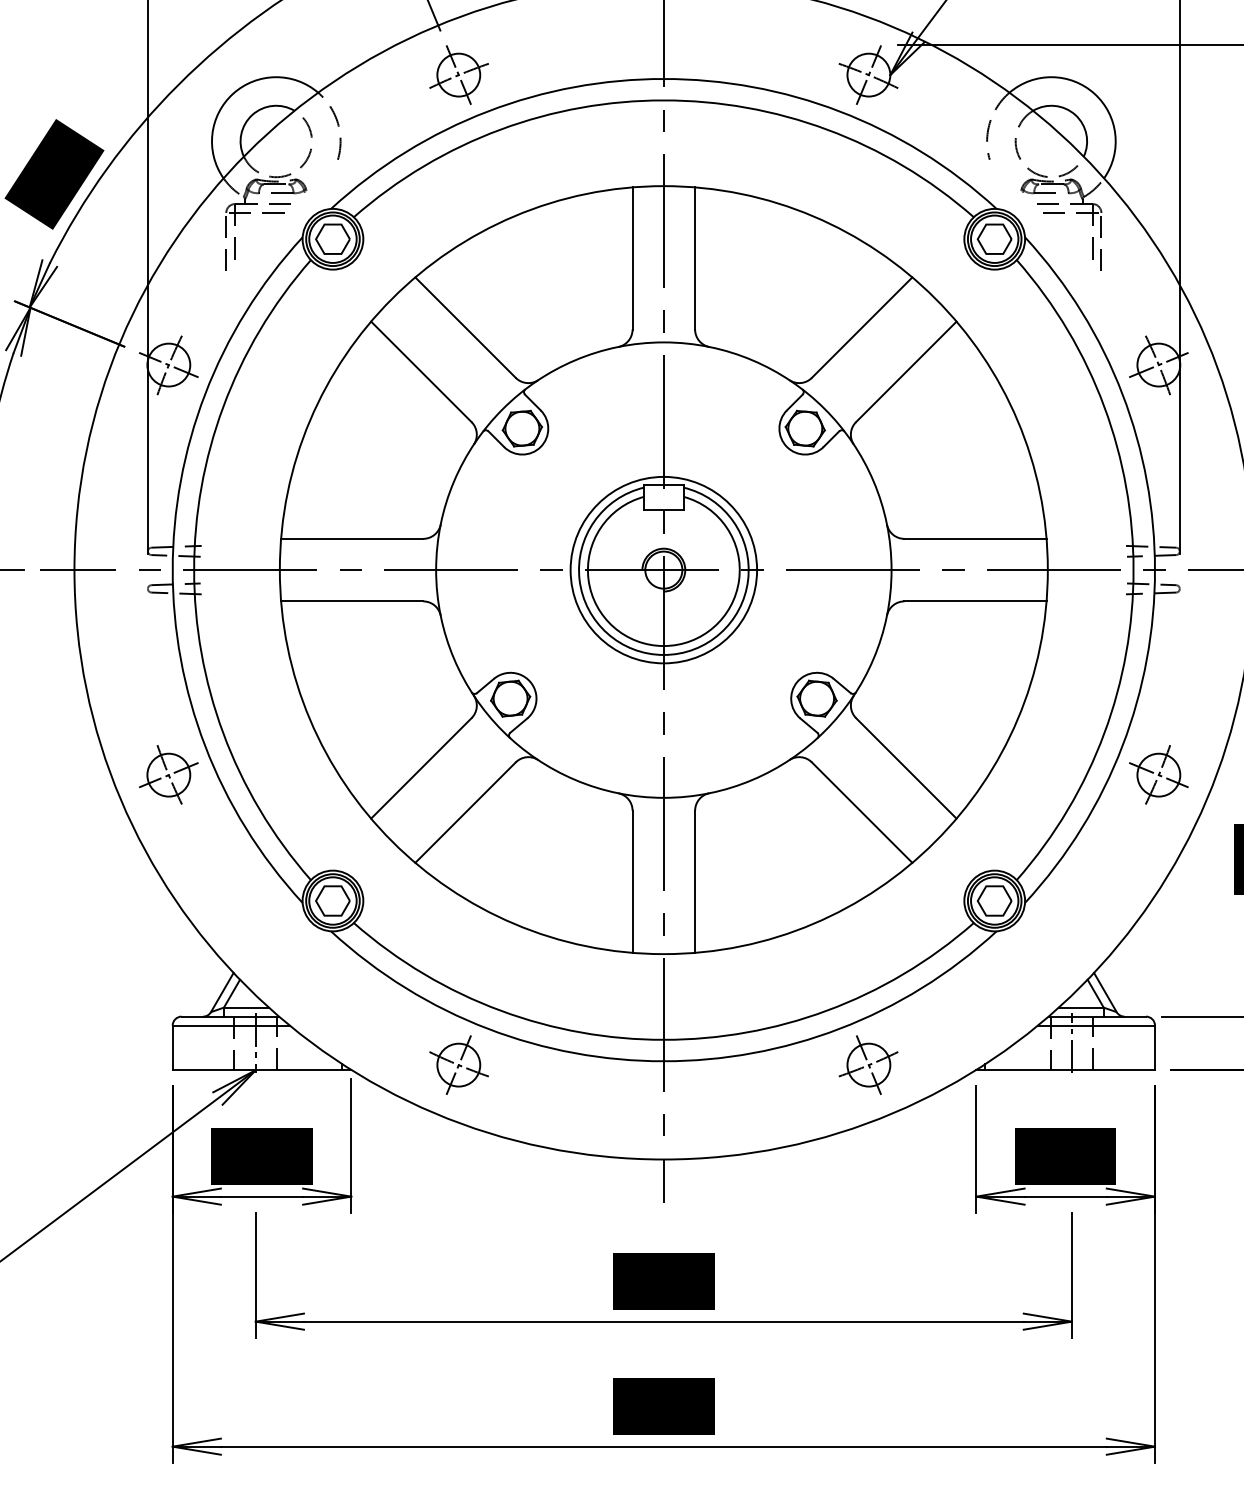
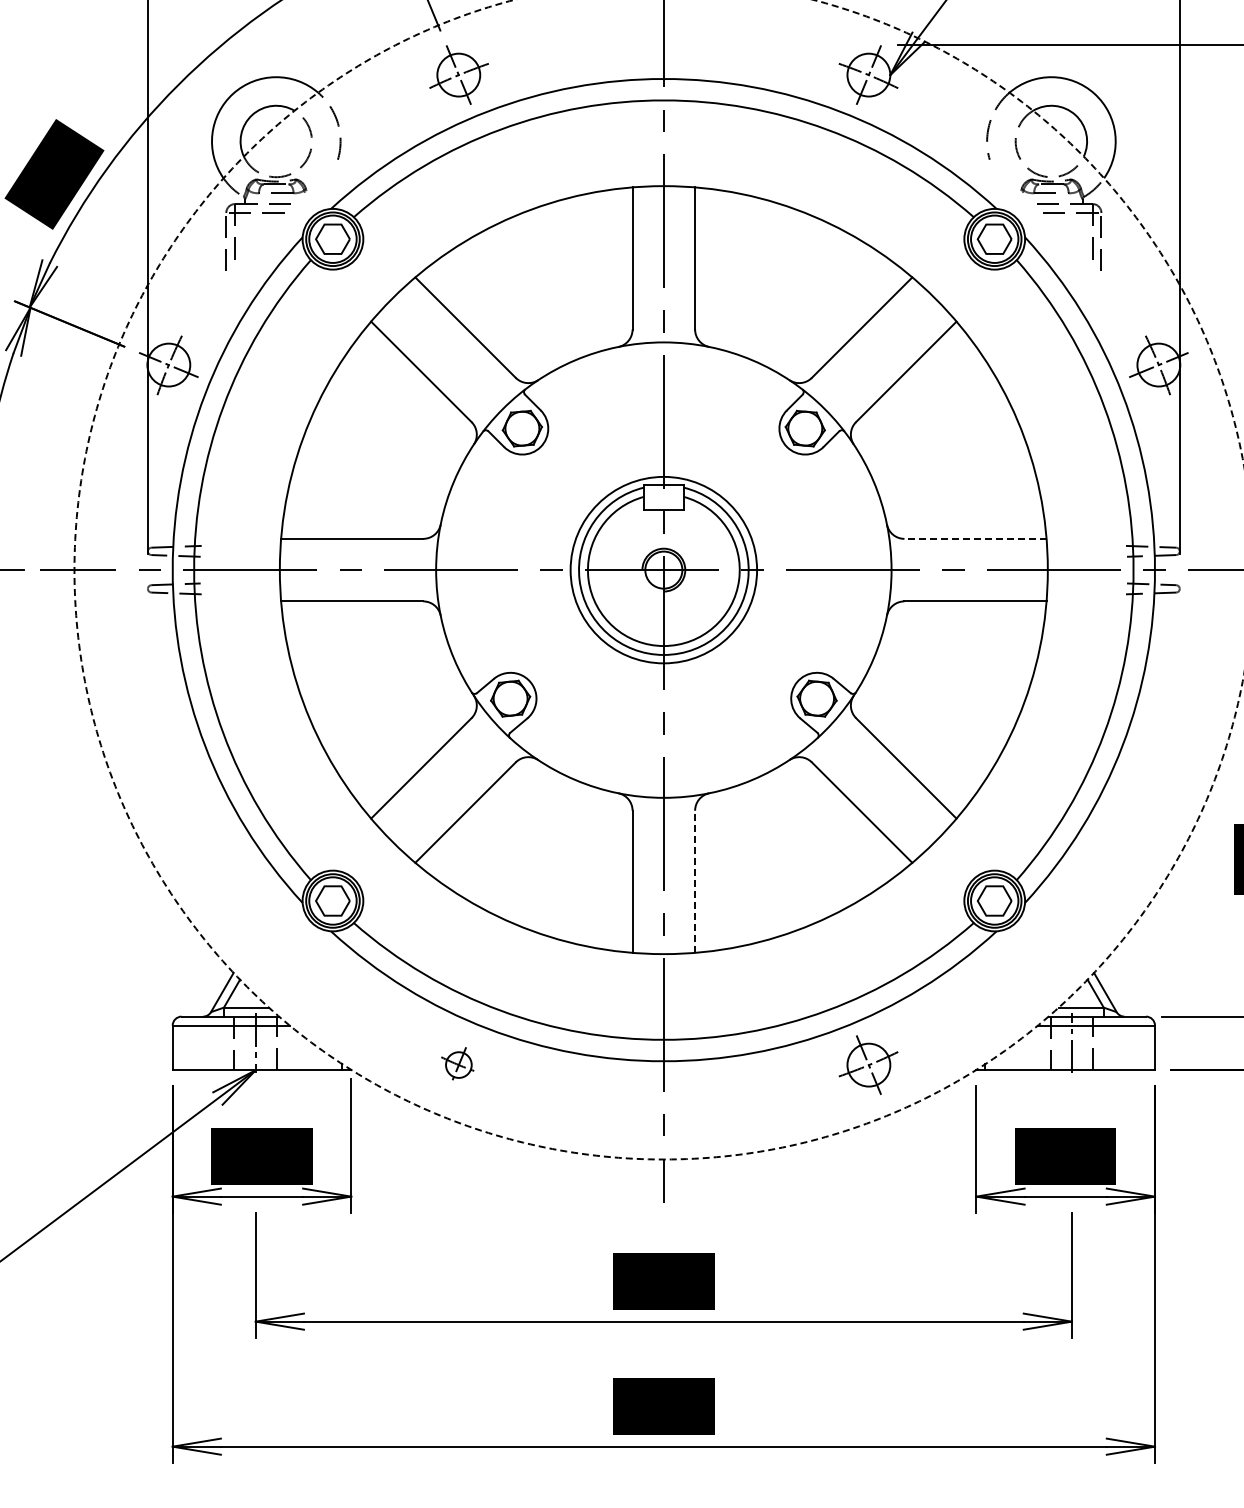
line at (975, 538): solid -> dashed
circle at (658, 579): solid -> dashed
part at (168, 774): present -> none
part at (1158, 774): present -> none
line at (695, 881): solid -> dashed
part at (458, 1064) size: 60x60 px -> 34x34 px
